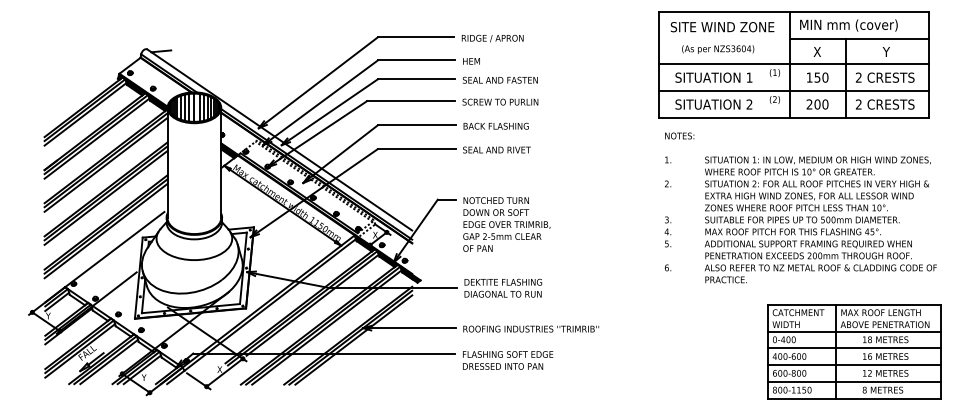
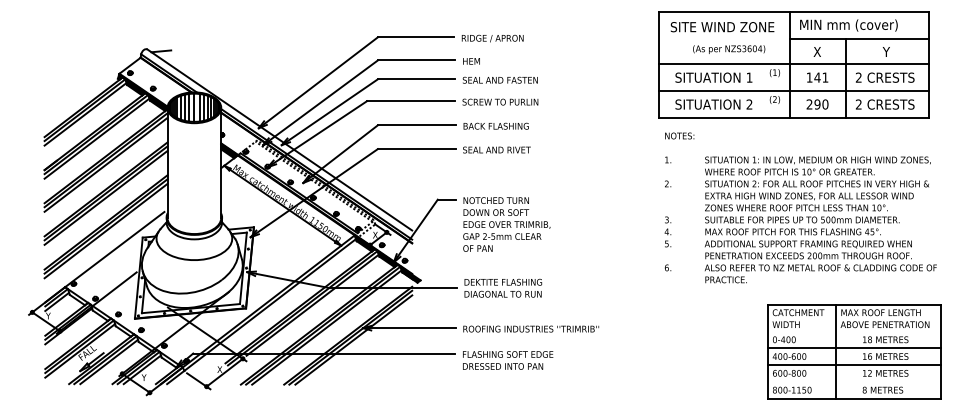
text at (718, 49) position: (718, 49) -> (729, 49)
text at (821, 77): 150 -> 141
text at (817, 104): 200 -> 290
line at (854, 331): present -> none
line at (854, 381): present -> none
